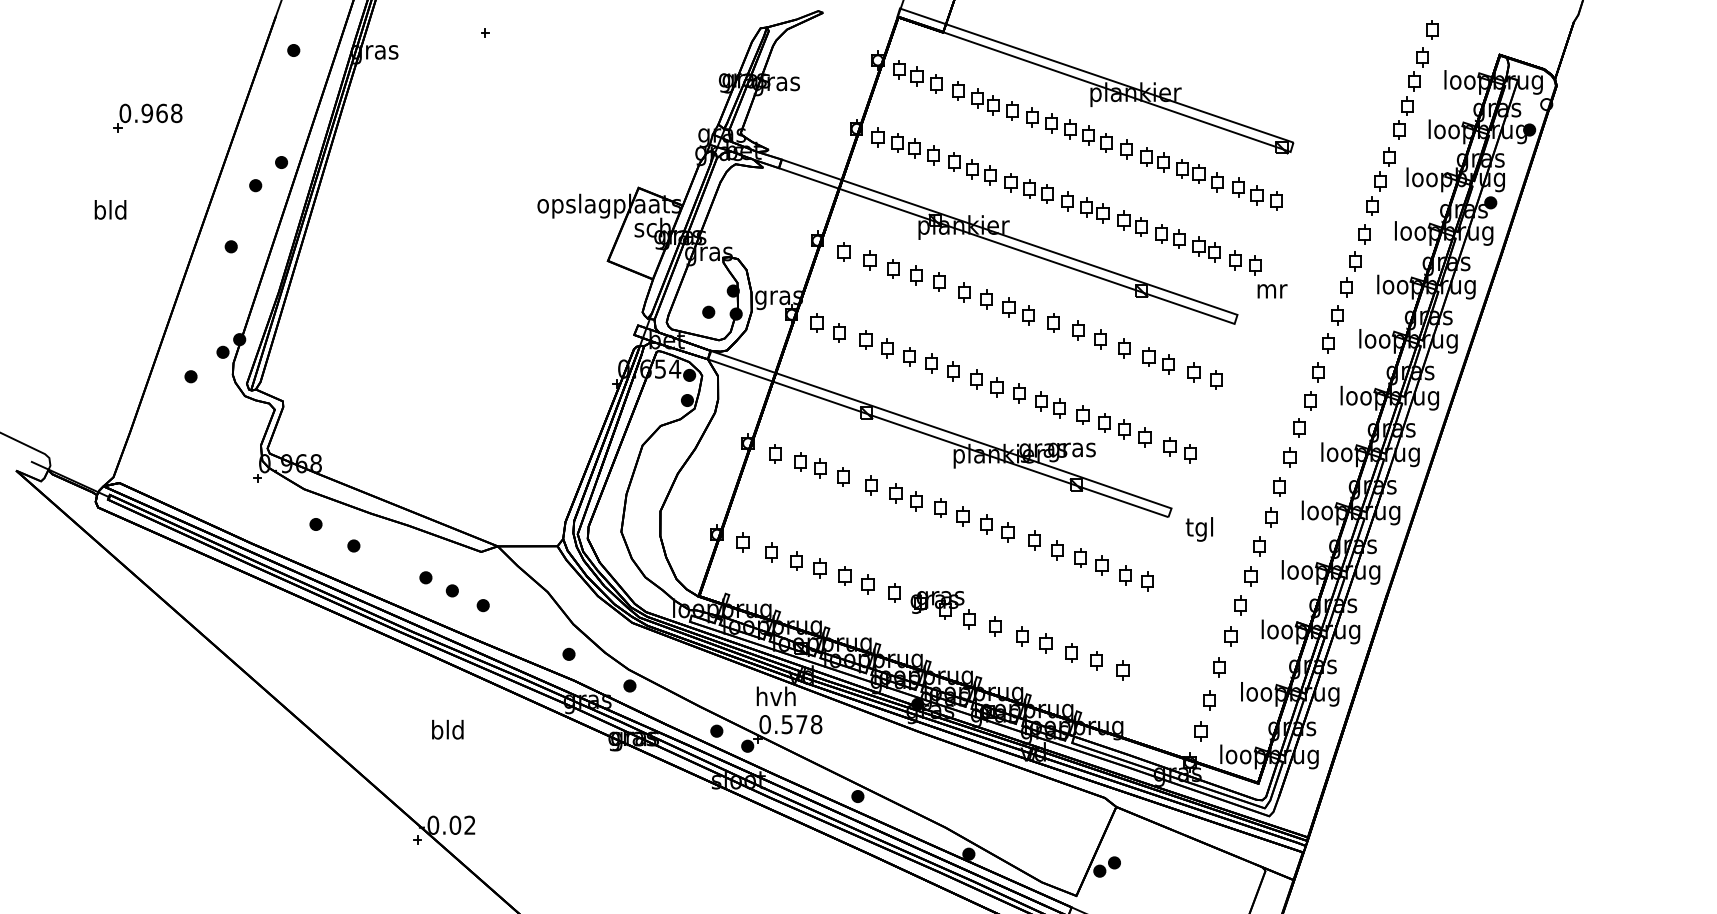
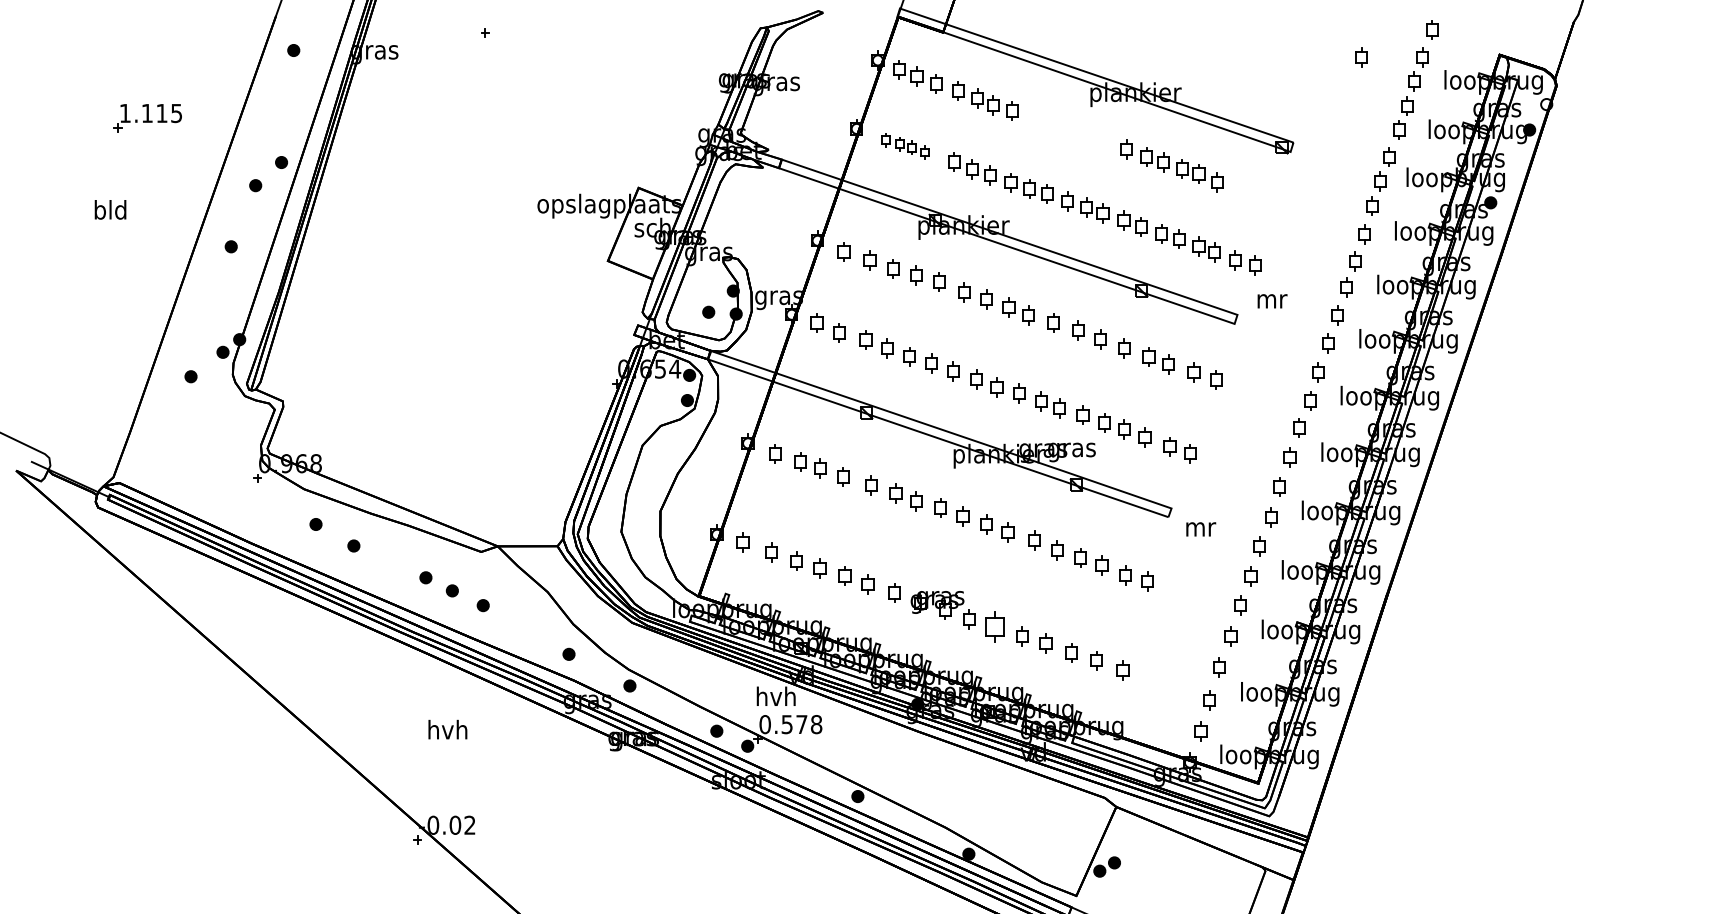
part at (1361, 57): none -> present
text at (150, 113): 0.968 -> 1.115
part at (1069, 129): present -> none
part at (905, 146) size: 69x39 px -> 49x27 px
part at (1257, 193): present -> none
text at (1272, 291) position: (1272, 291) -> (1272, 301)
text at (1200, 529): tgl -> mr
part at (995, 626) size: 13x21 px -> 20x32 px
text at (447, 729): bld -> hvh
